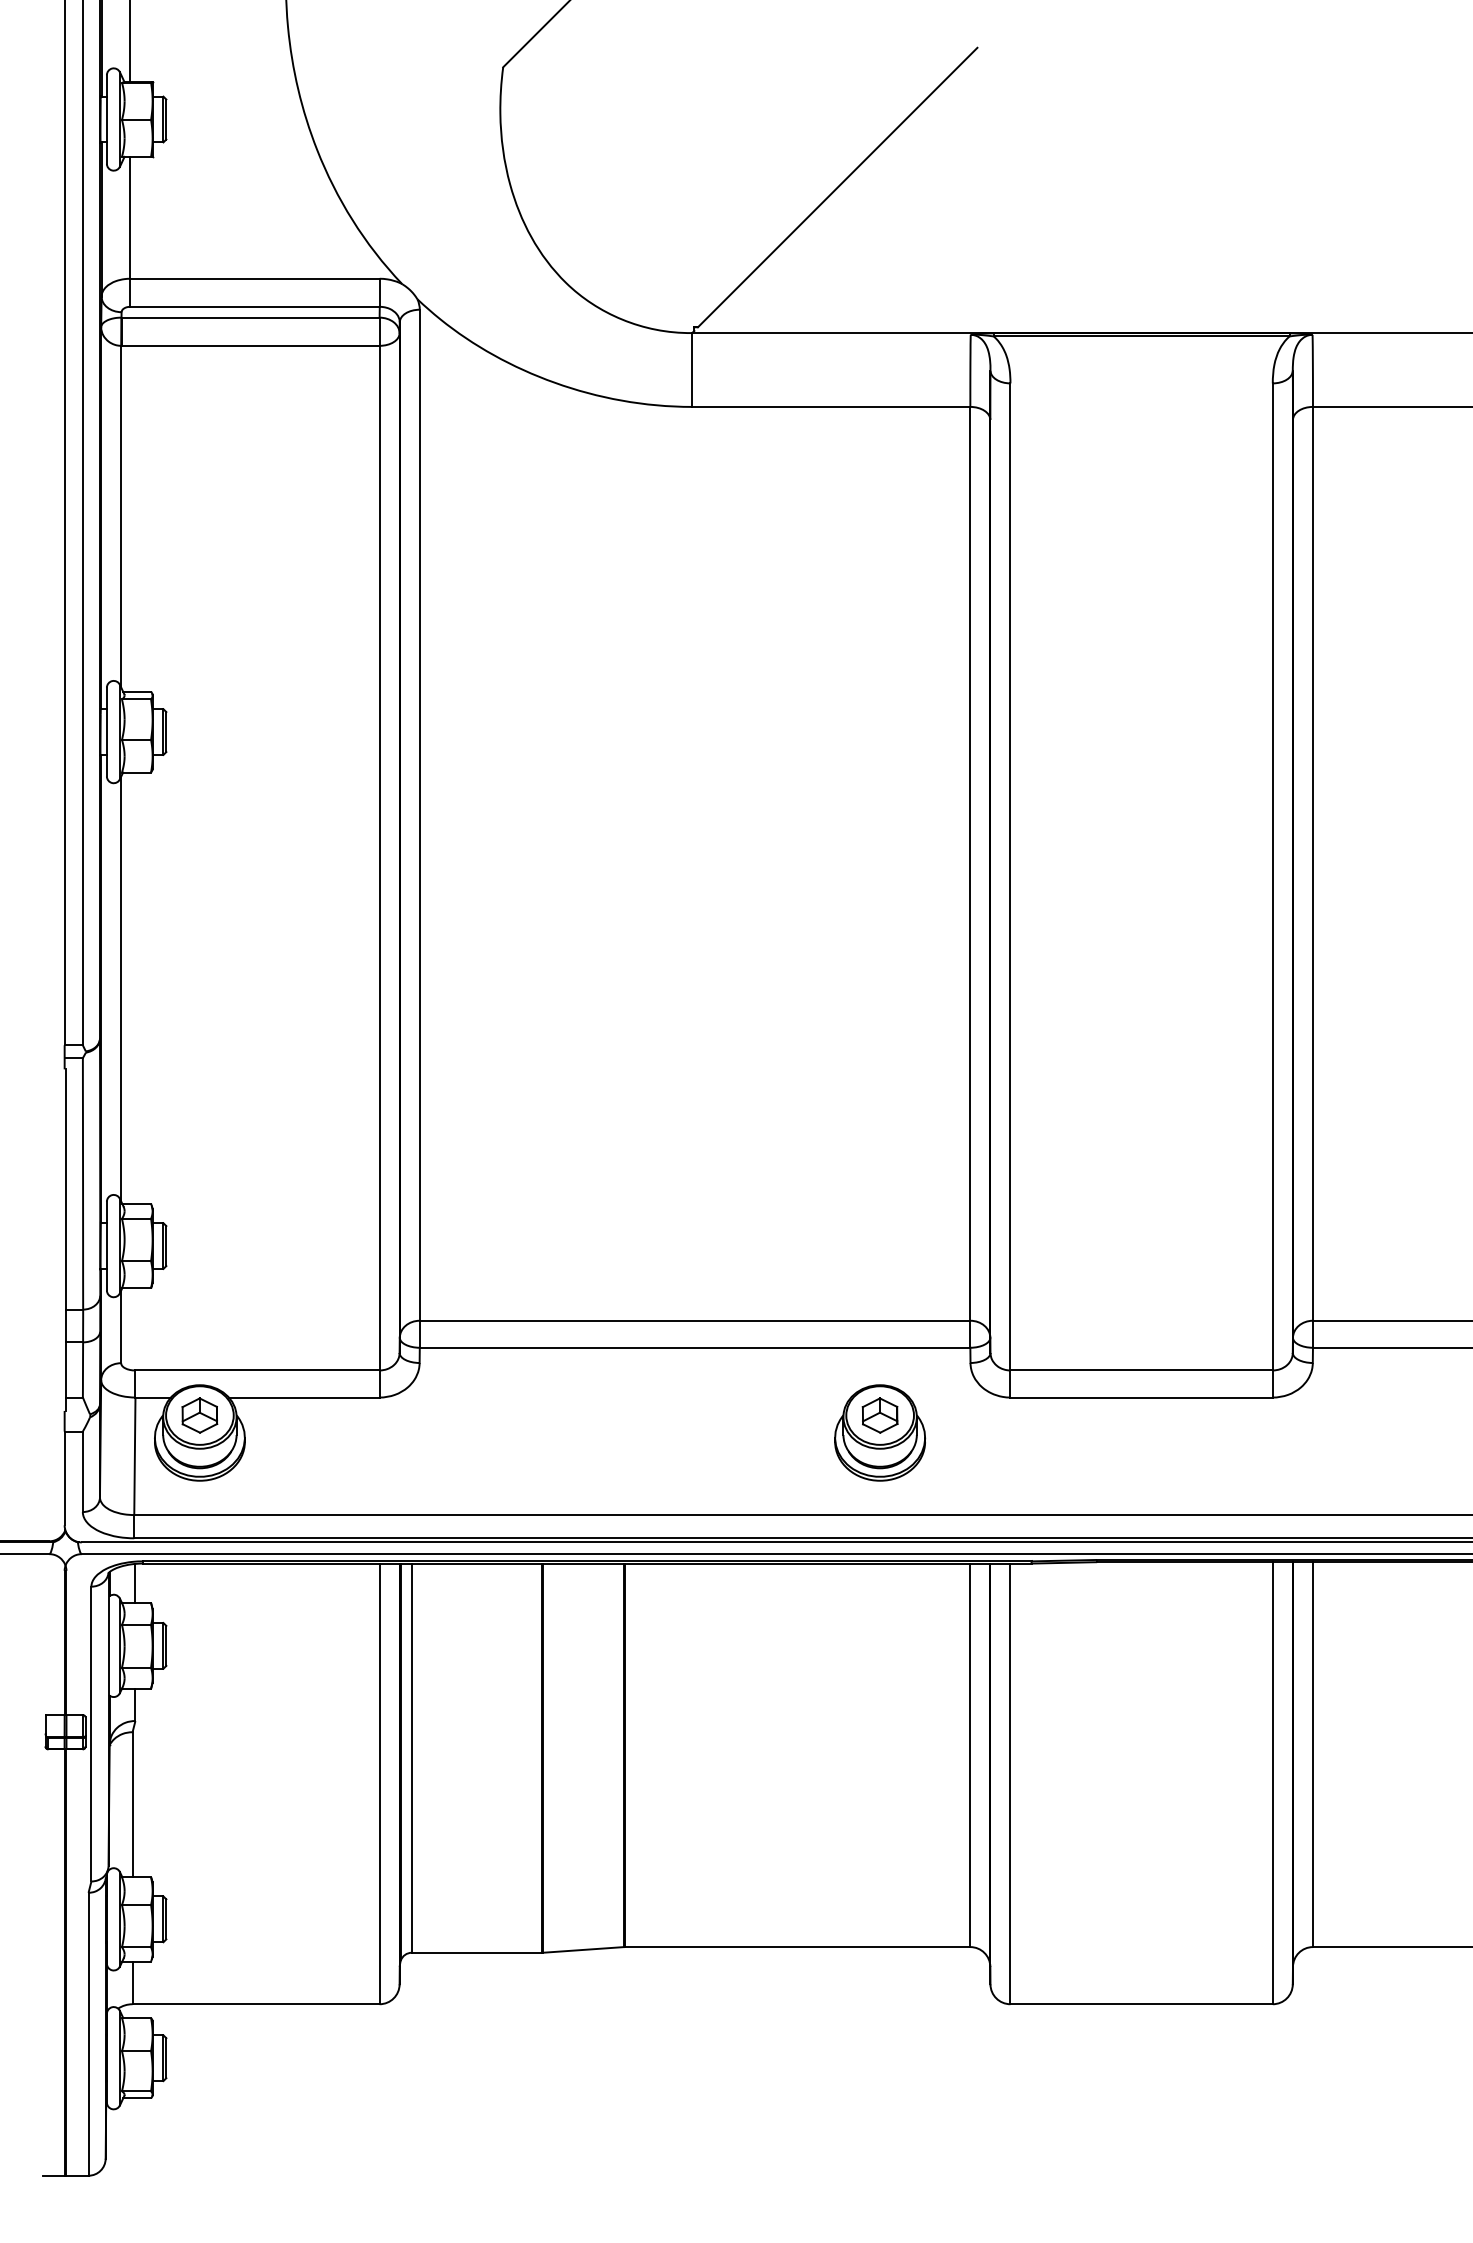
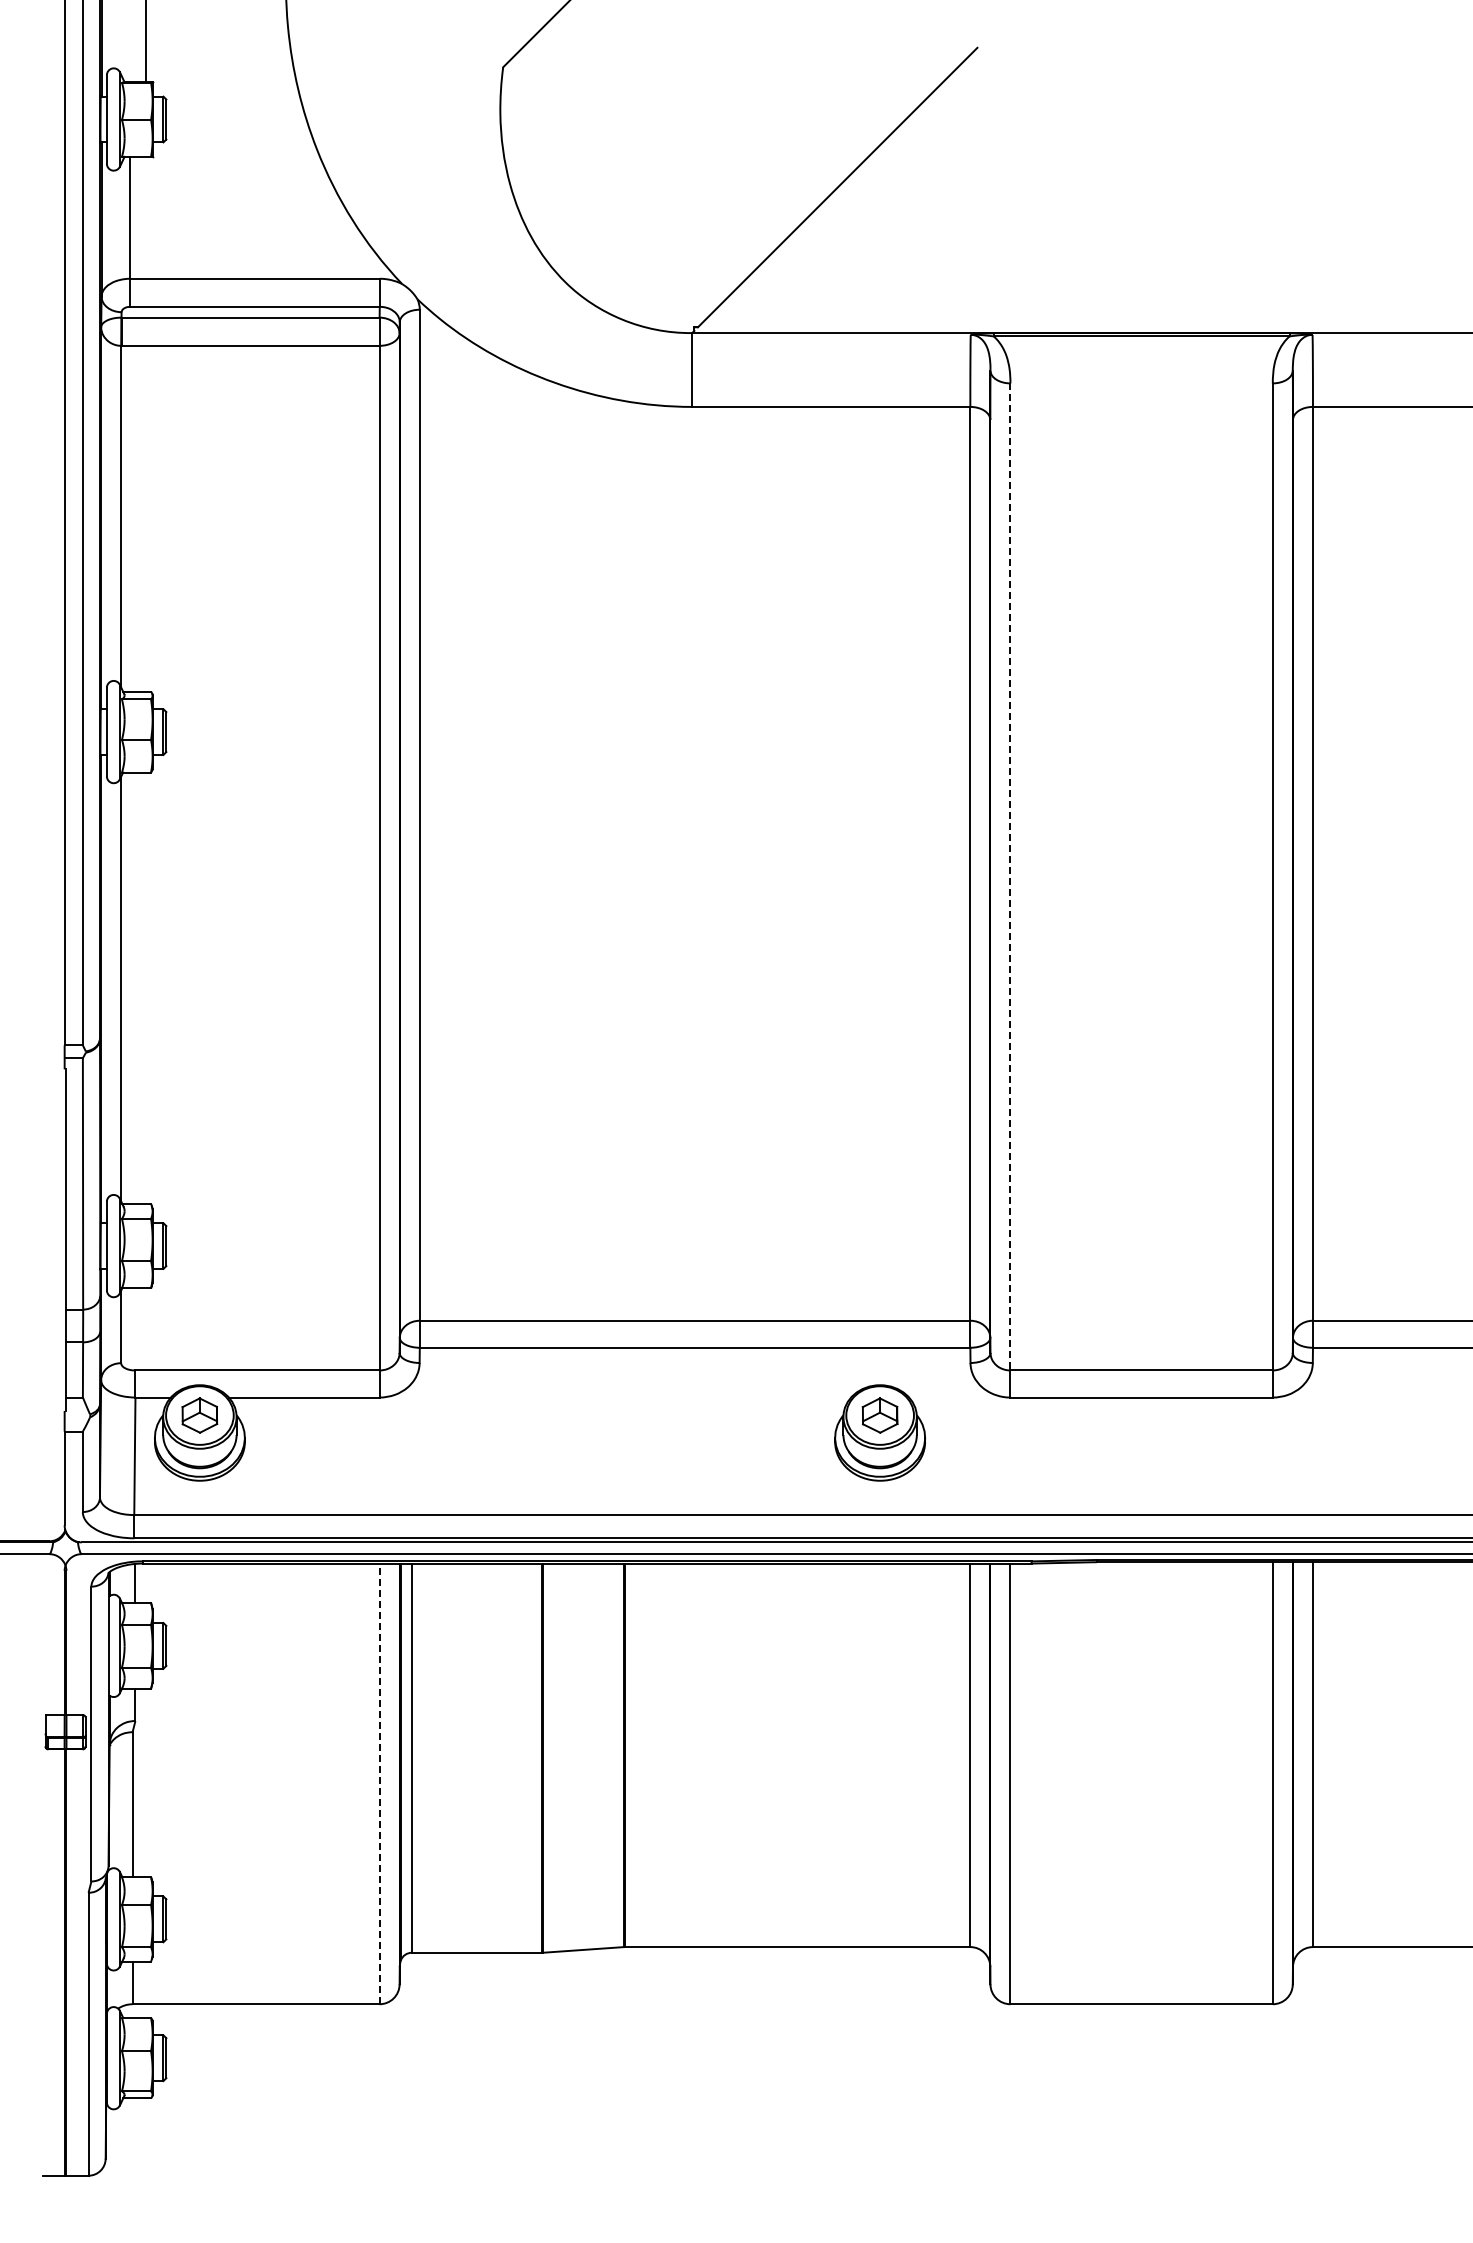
line at (130, 42) position: (130, 42) -> (146, 42)
line at (1010, 876): solid -> dashed
line at (379, 1783): solid -> dashed
